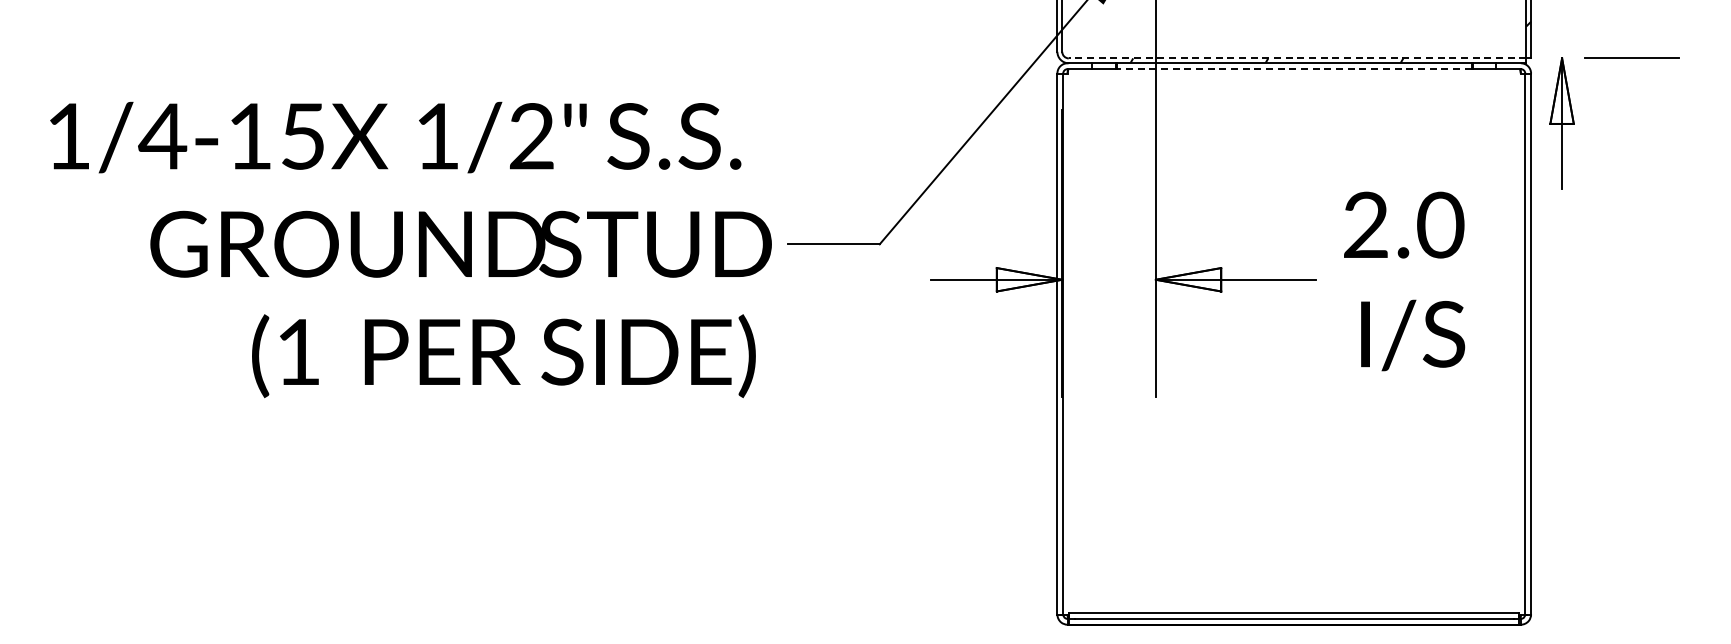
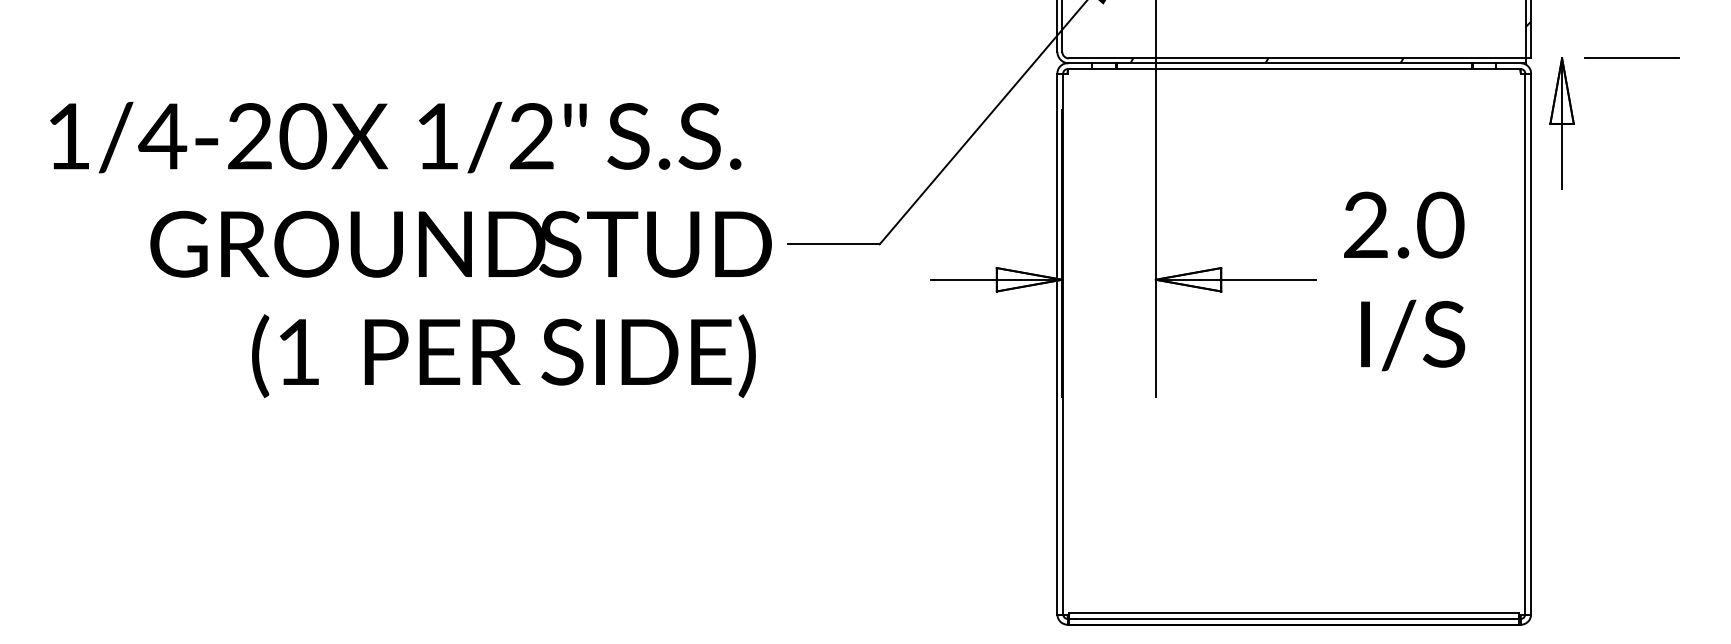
line at (1297, 58): dashed -> solid
line at (1293, 69): dashed -> solid
text at (277, 136): 1/4-15 -> 1/4-20
